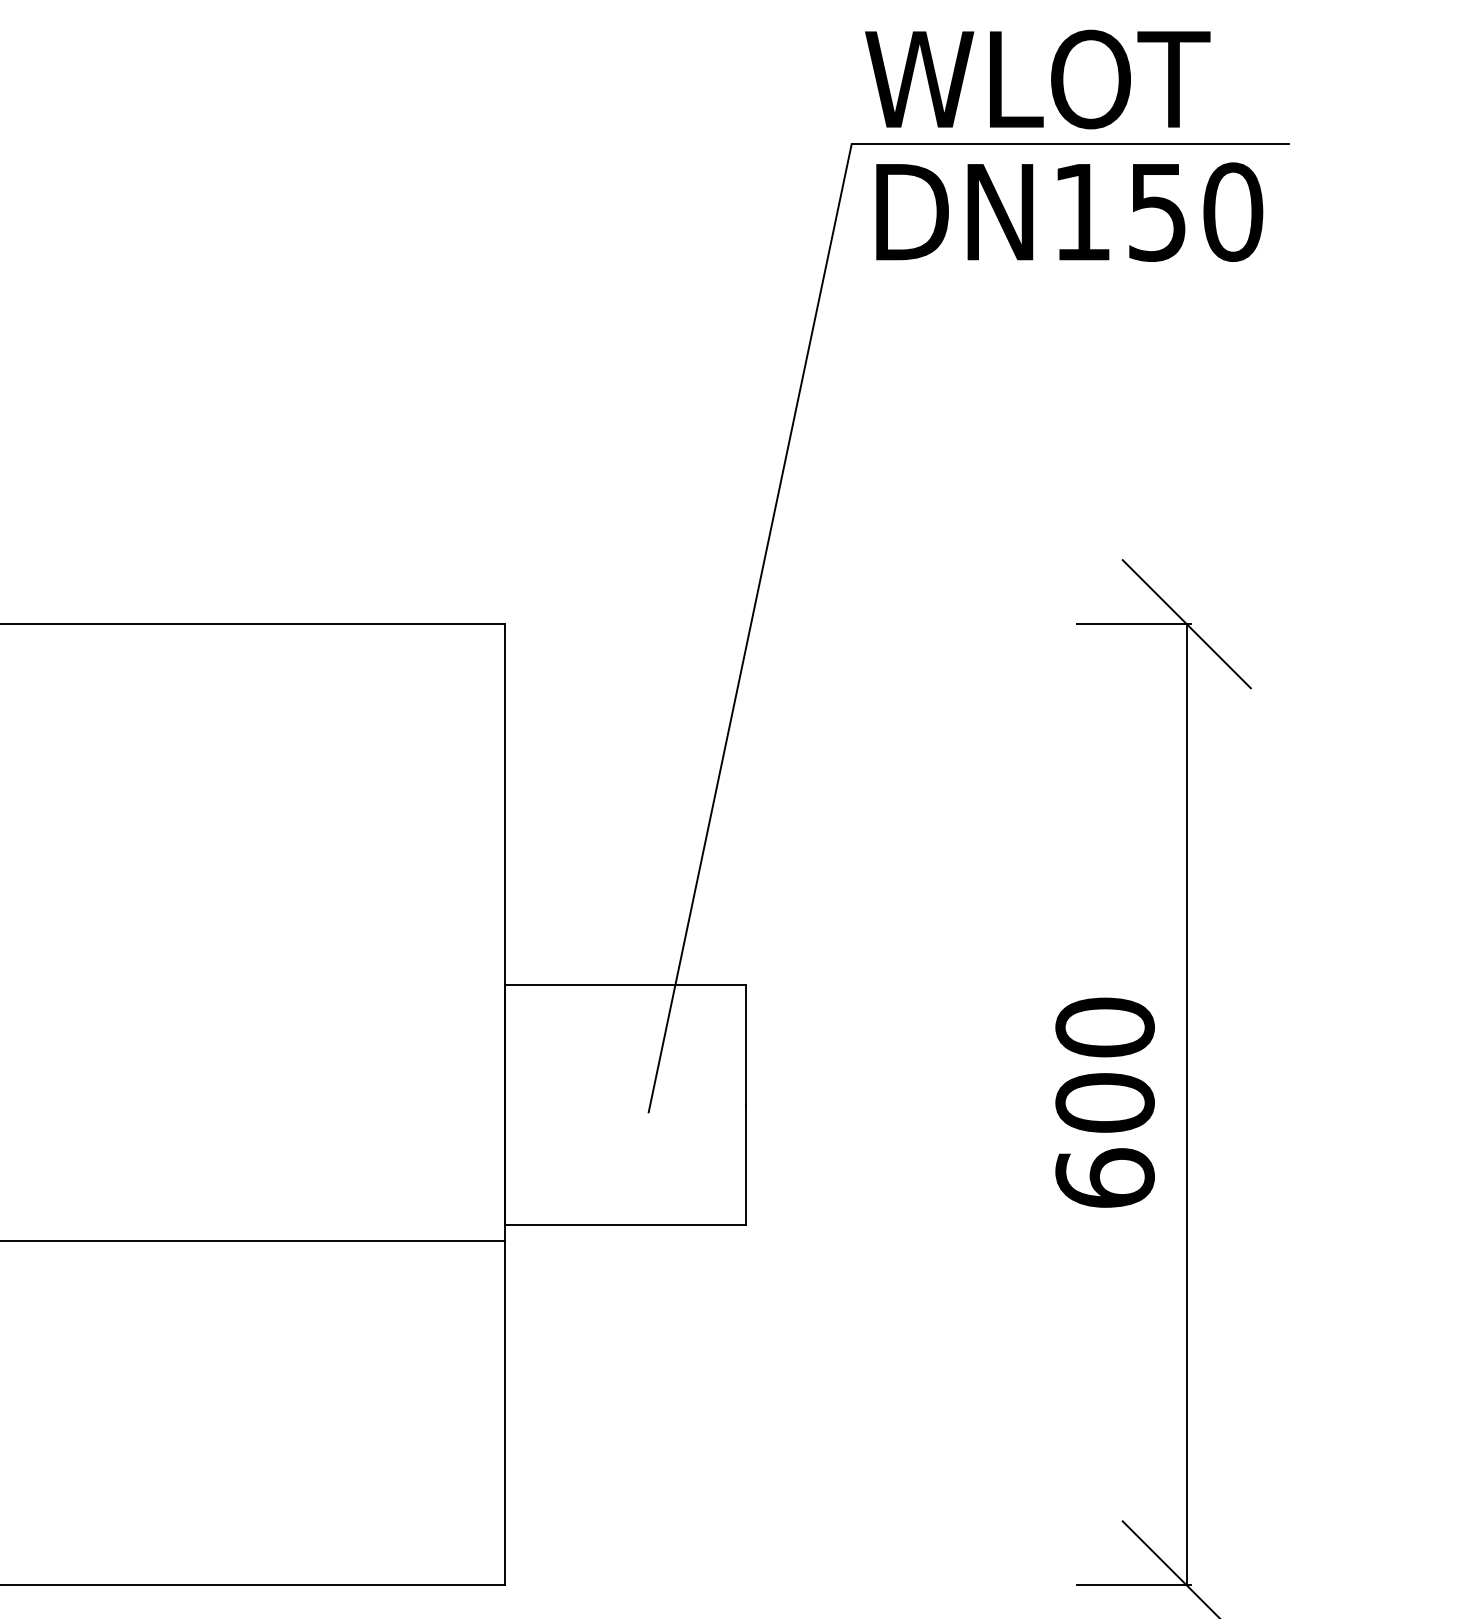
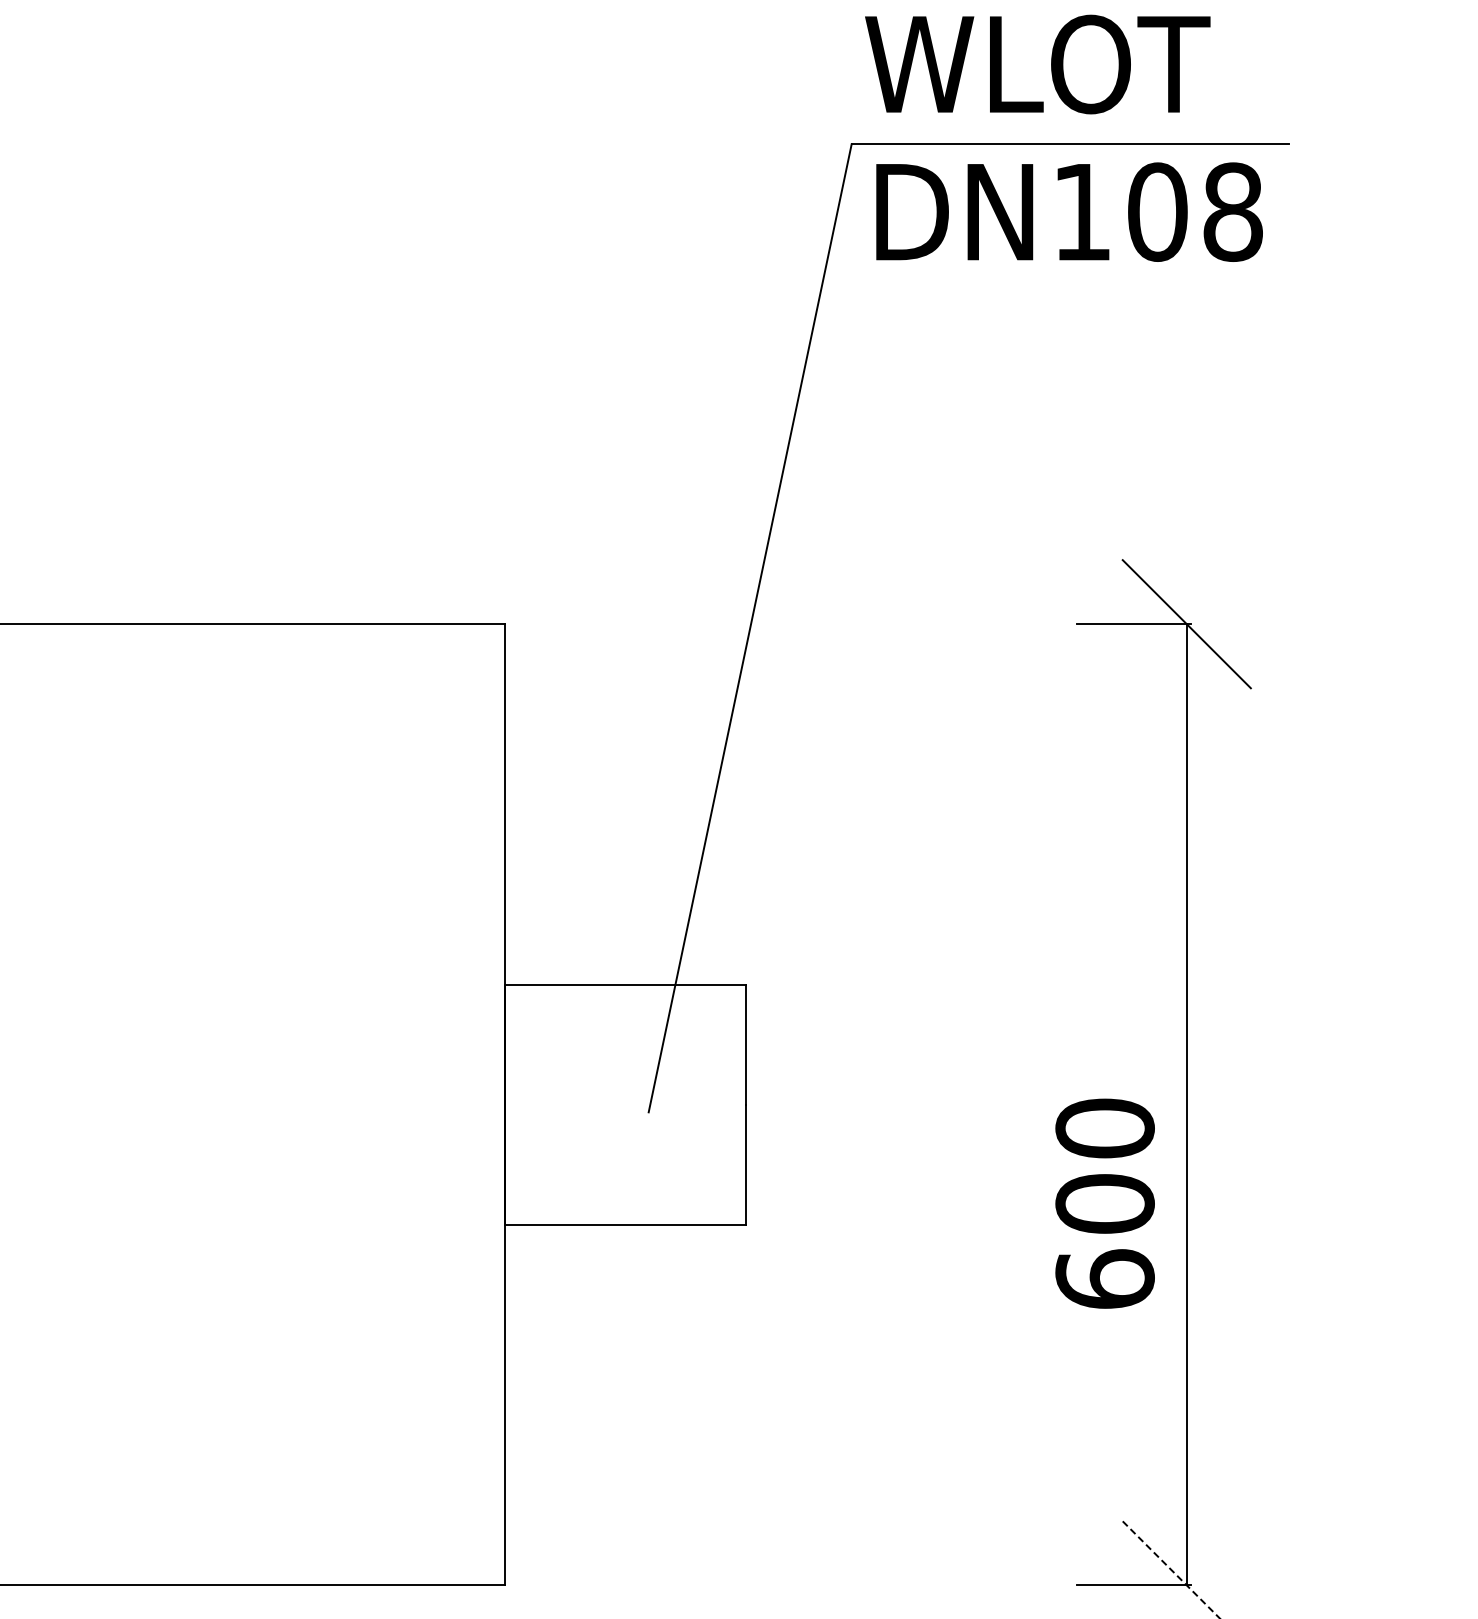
text at (1037, 79) position: (1037, 79) -> (1037, 64)
text at (1195, 211): DN150 -> DN108
text at (1104, 1102) position: (1104, 1102) -> (1104, 1203)
line at (253, 1241): present -> none
line at (1171, 1569): solid -> dashed
